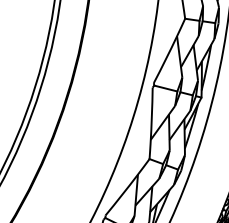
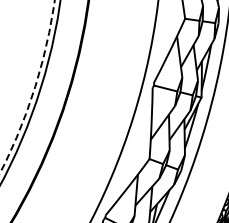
circle at (27, 86): solid -> dashed
